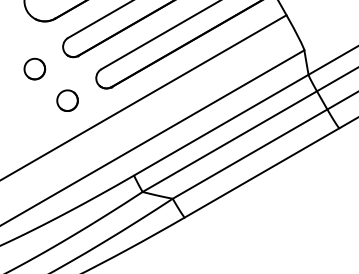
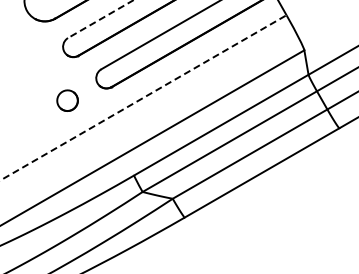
line at (100, 19): solid -> dashed
part at (34, 68): present -> none
line at (143, 97): solid -> dashed
